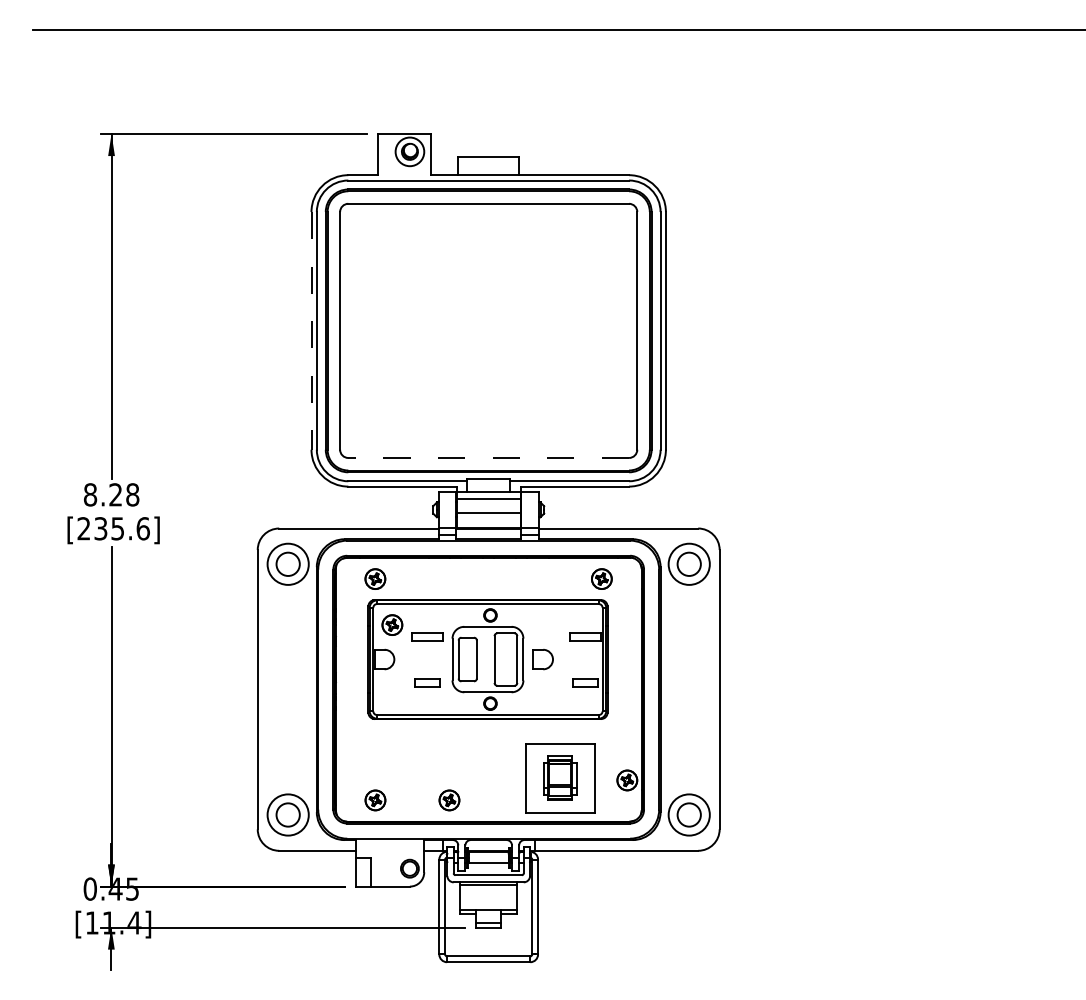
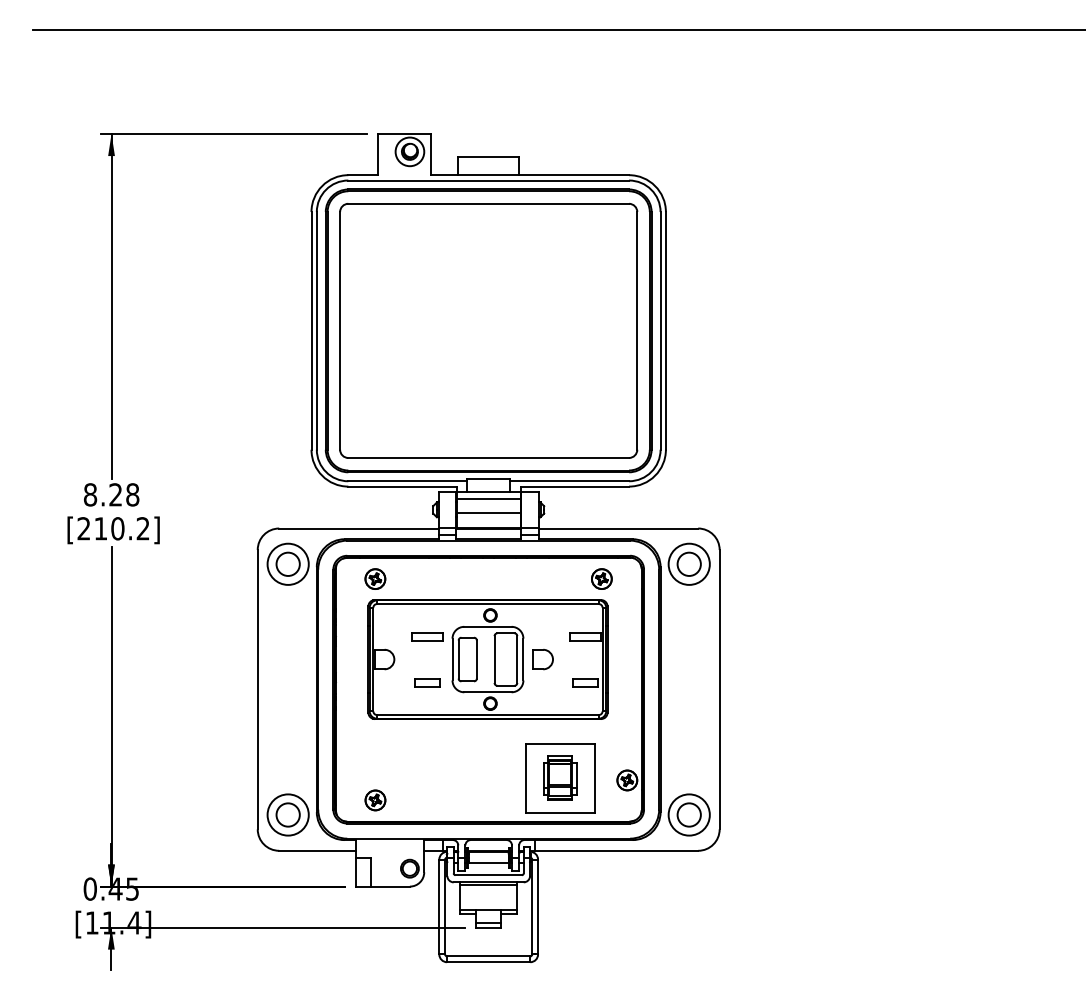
line at (311, 330): dashed -> solid
line at (488, 457): dashed -> solid
text at (121, 528): [235.6] -> [210.2]
part at (392, 624): present -> none
part at (449, 800): present -> none
